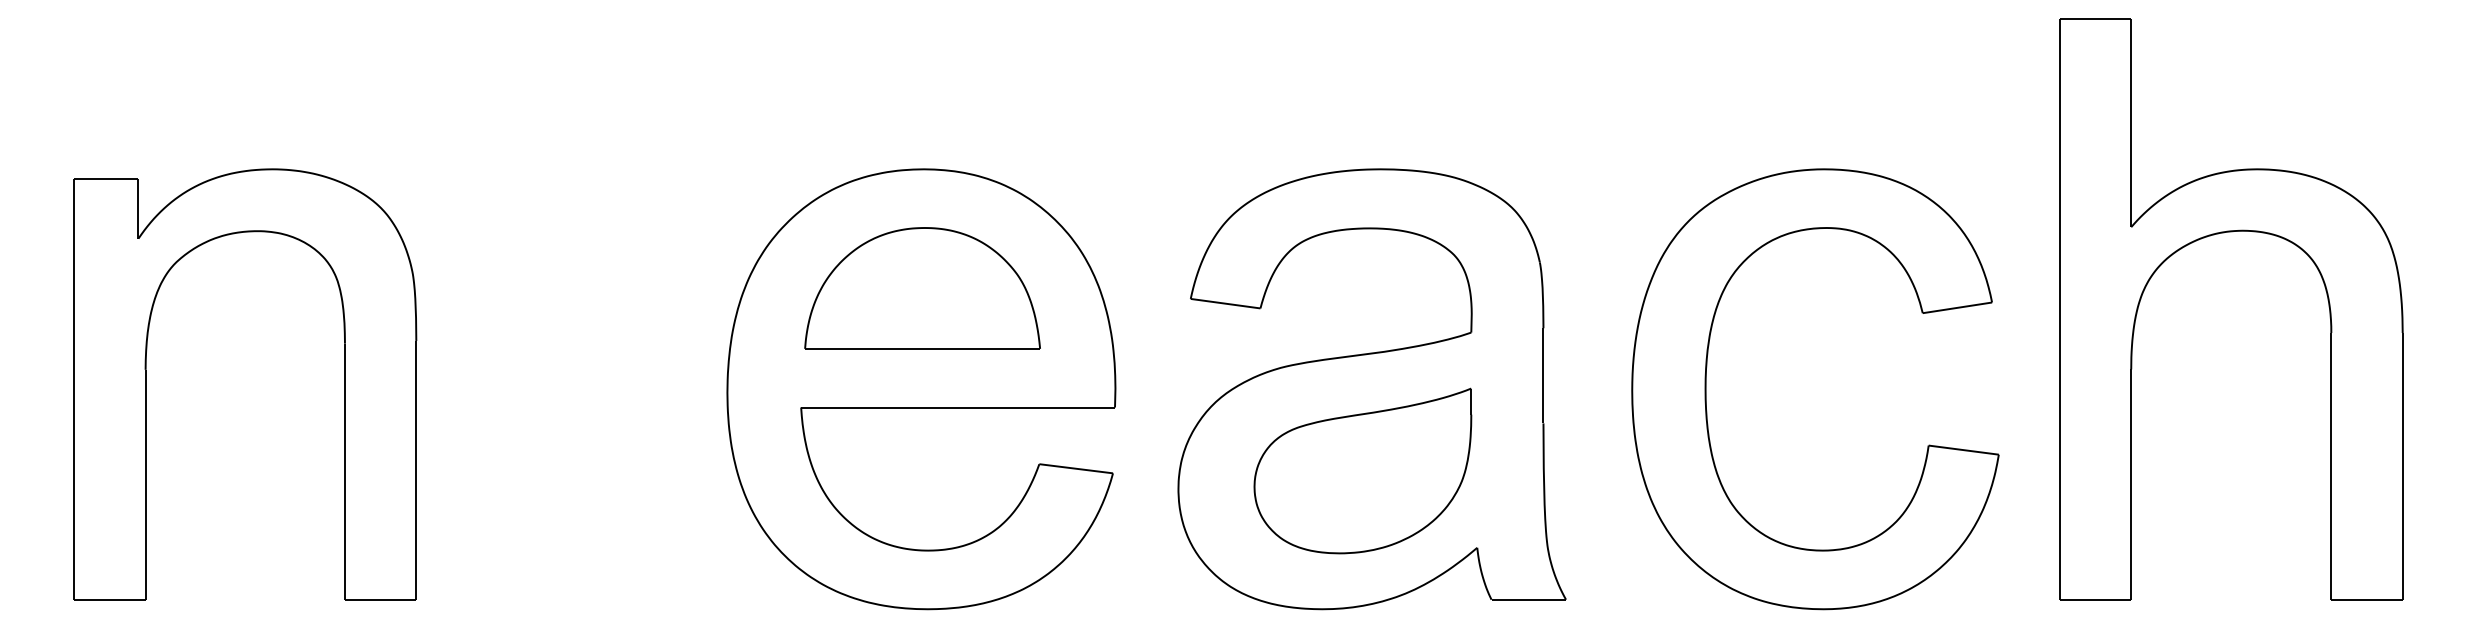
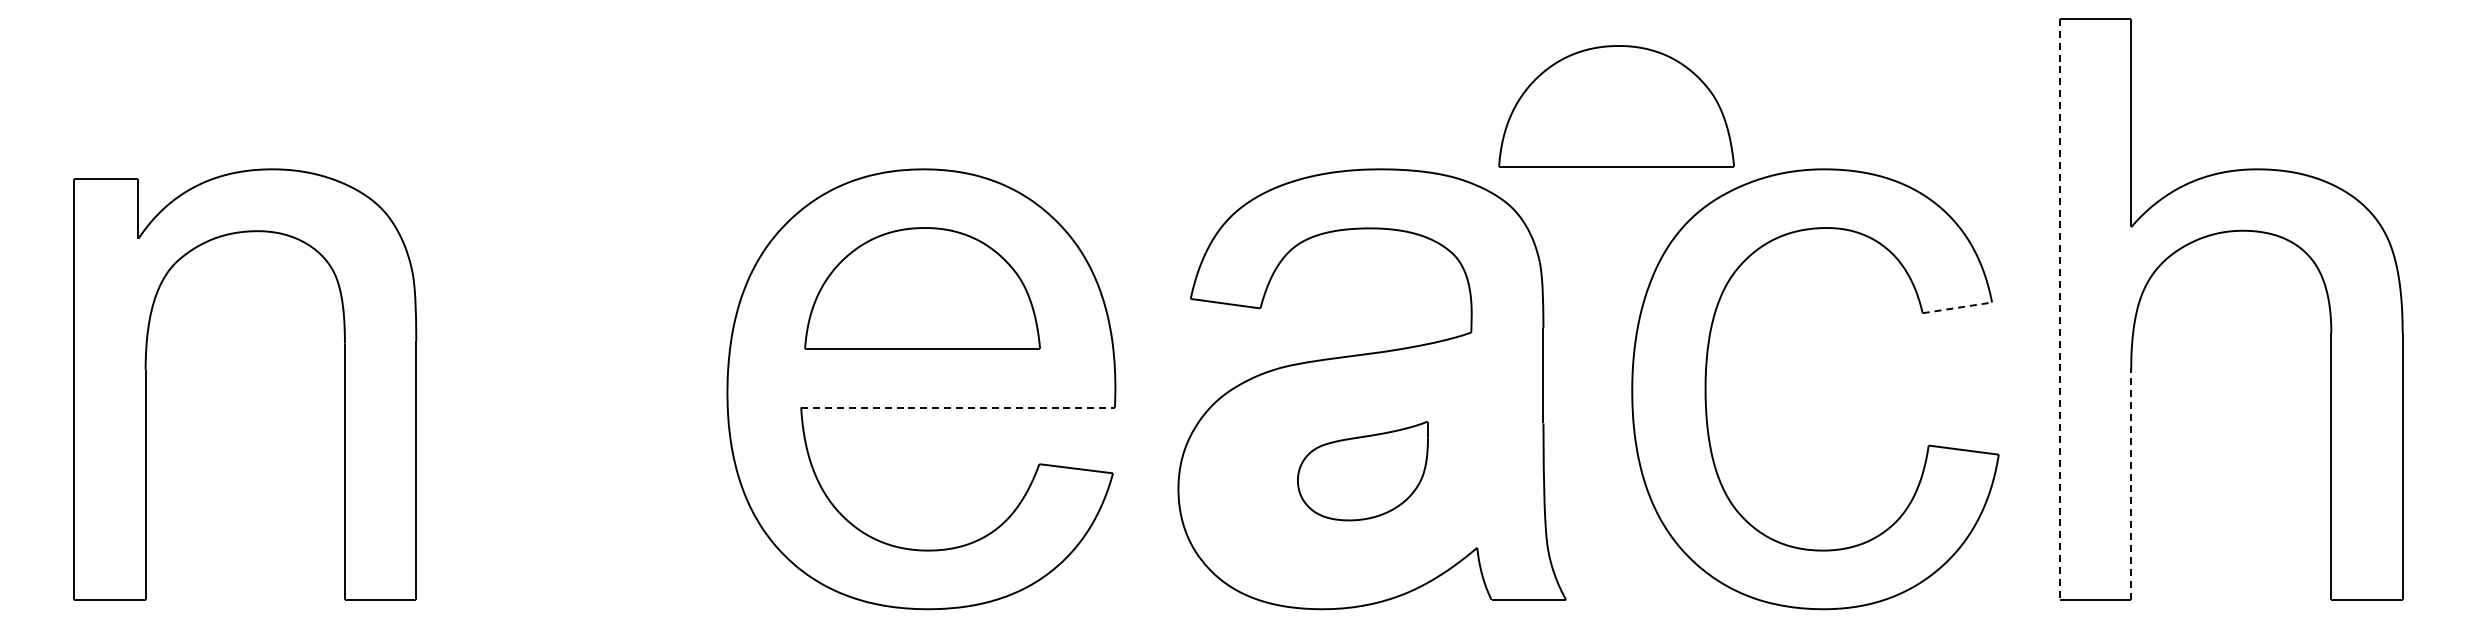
part at (1616, 106): none -> present
line at (1957, 307): solid -> dashed
line at (2059, 309): solid -> dashed
line at (958, 407): solid -> dashed
part at (1362, 470) size: 220x168 px -> 132x102 px
line at (2131, 484): solid -> dashed
